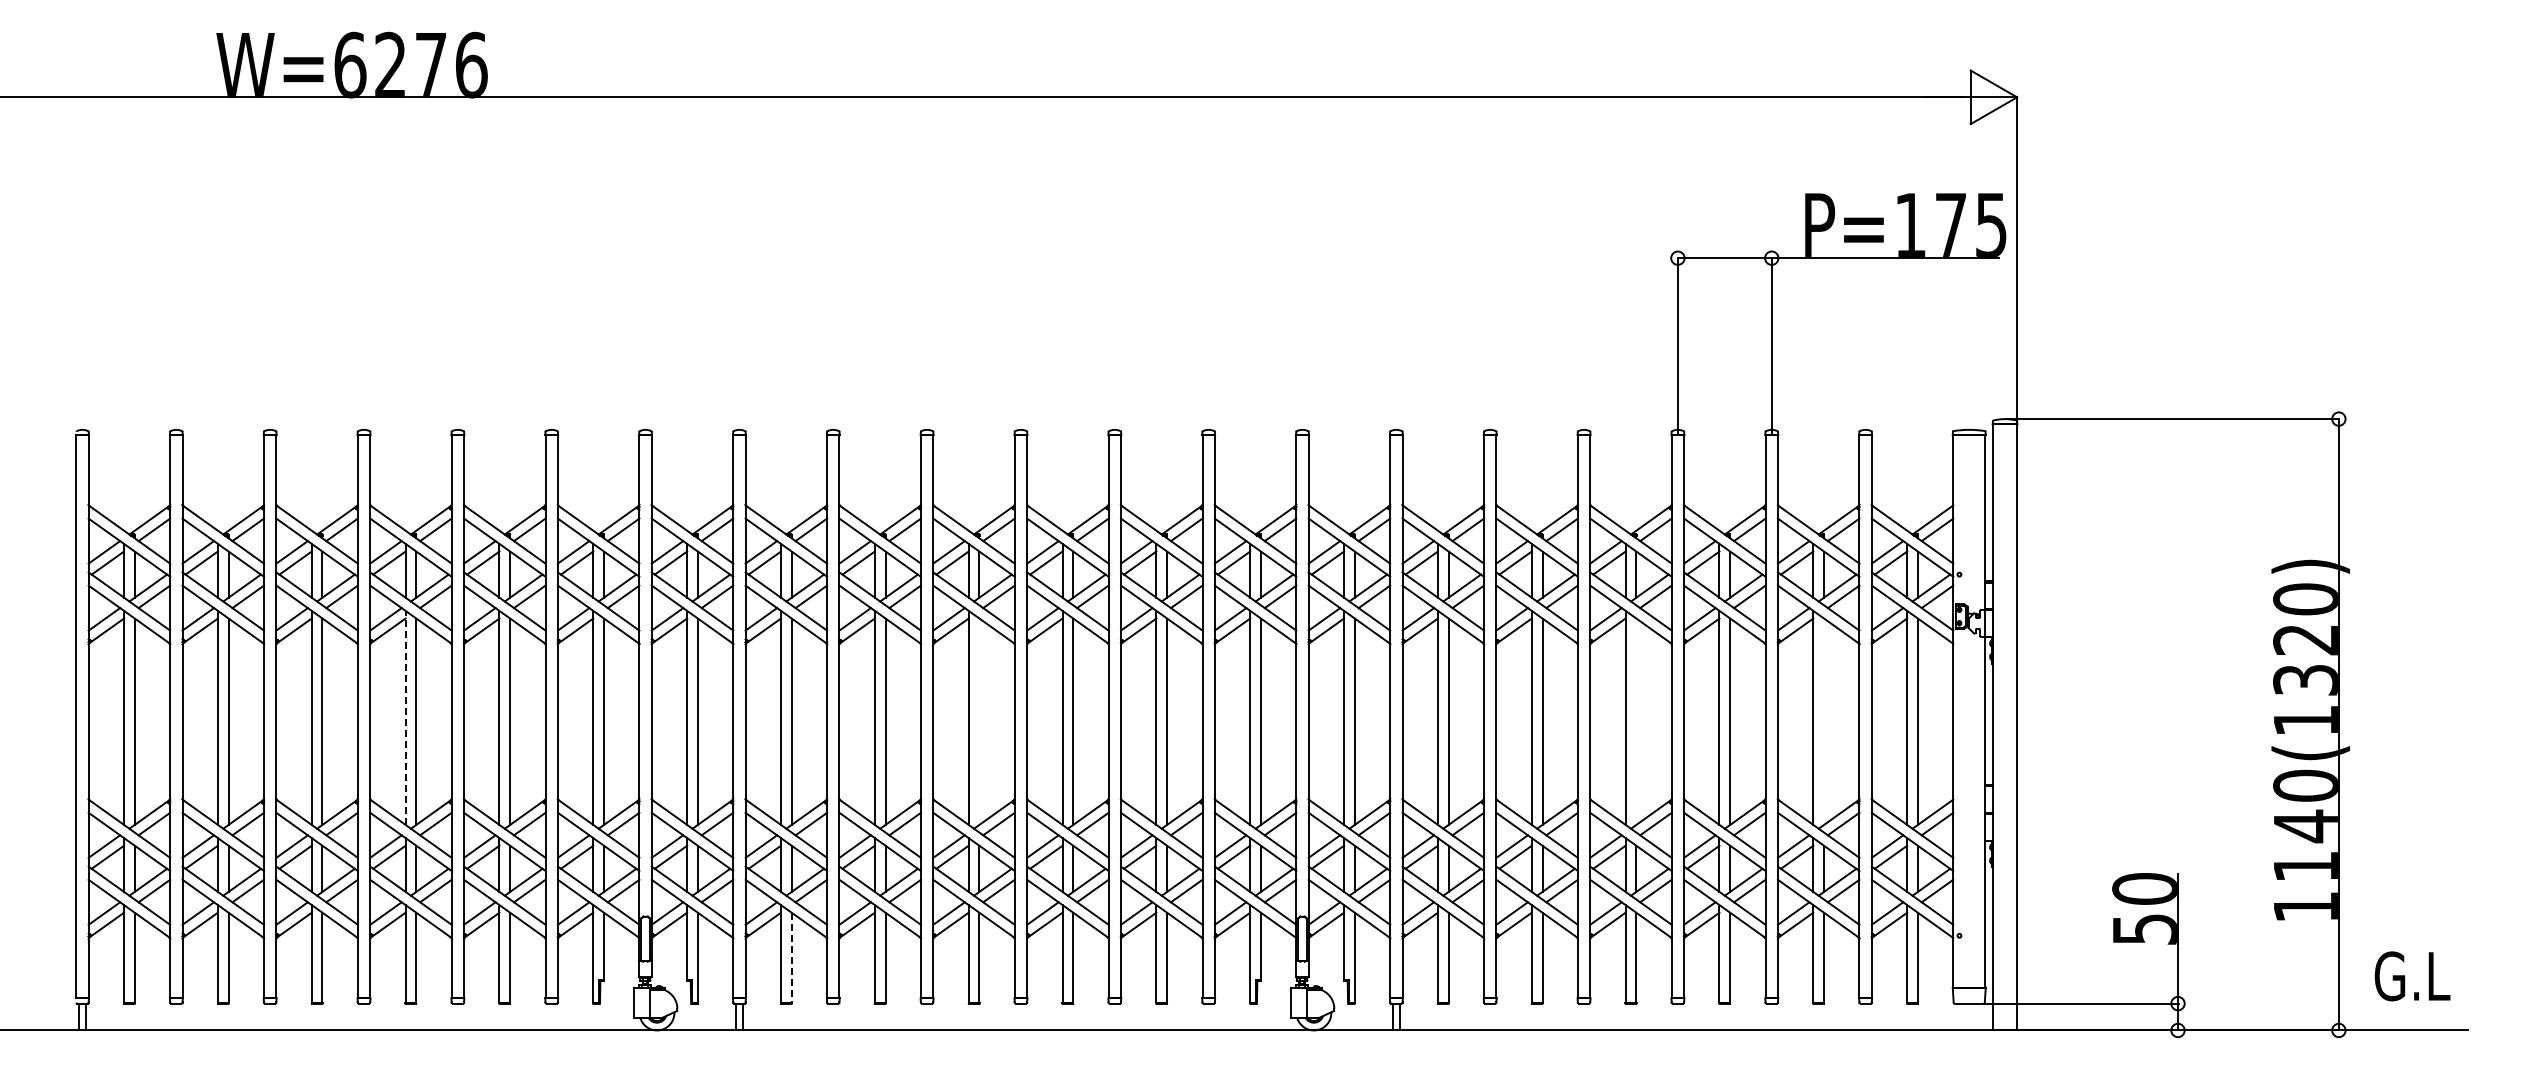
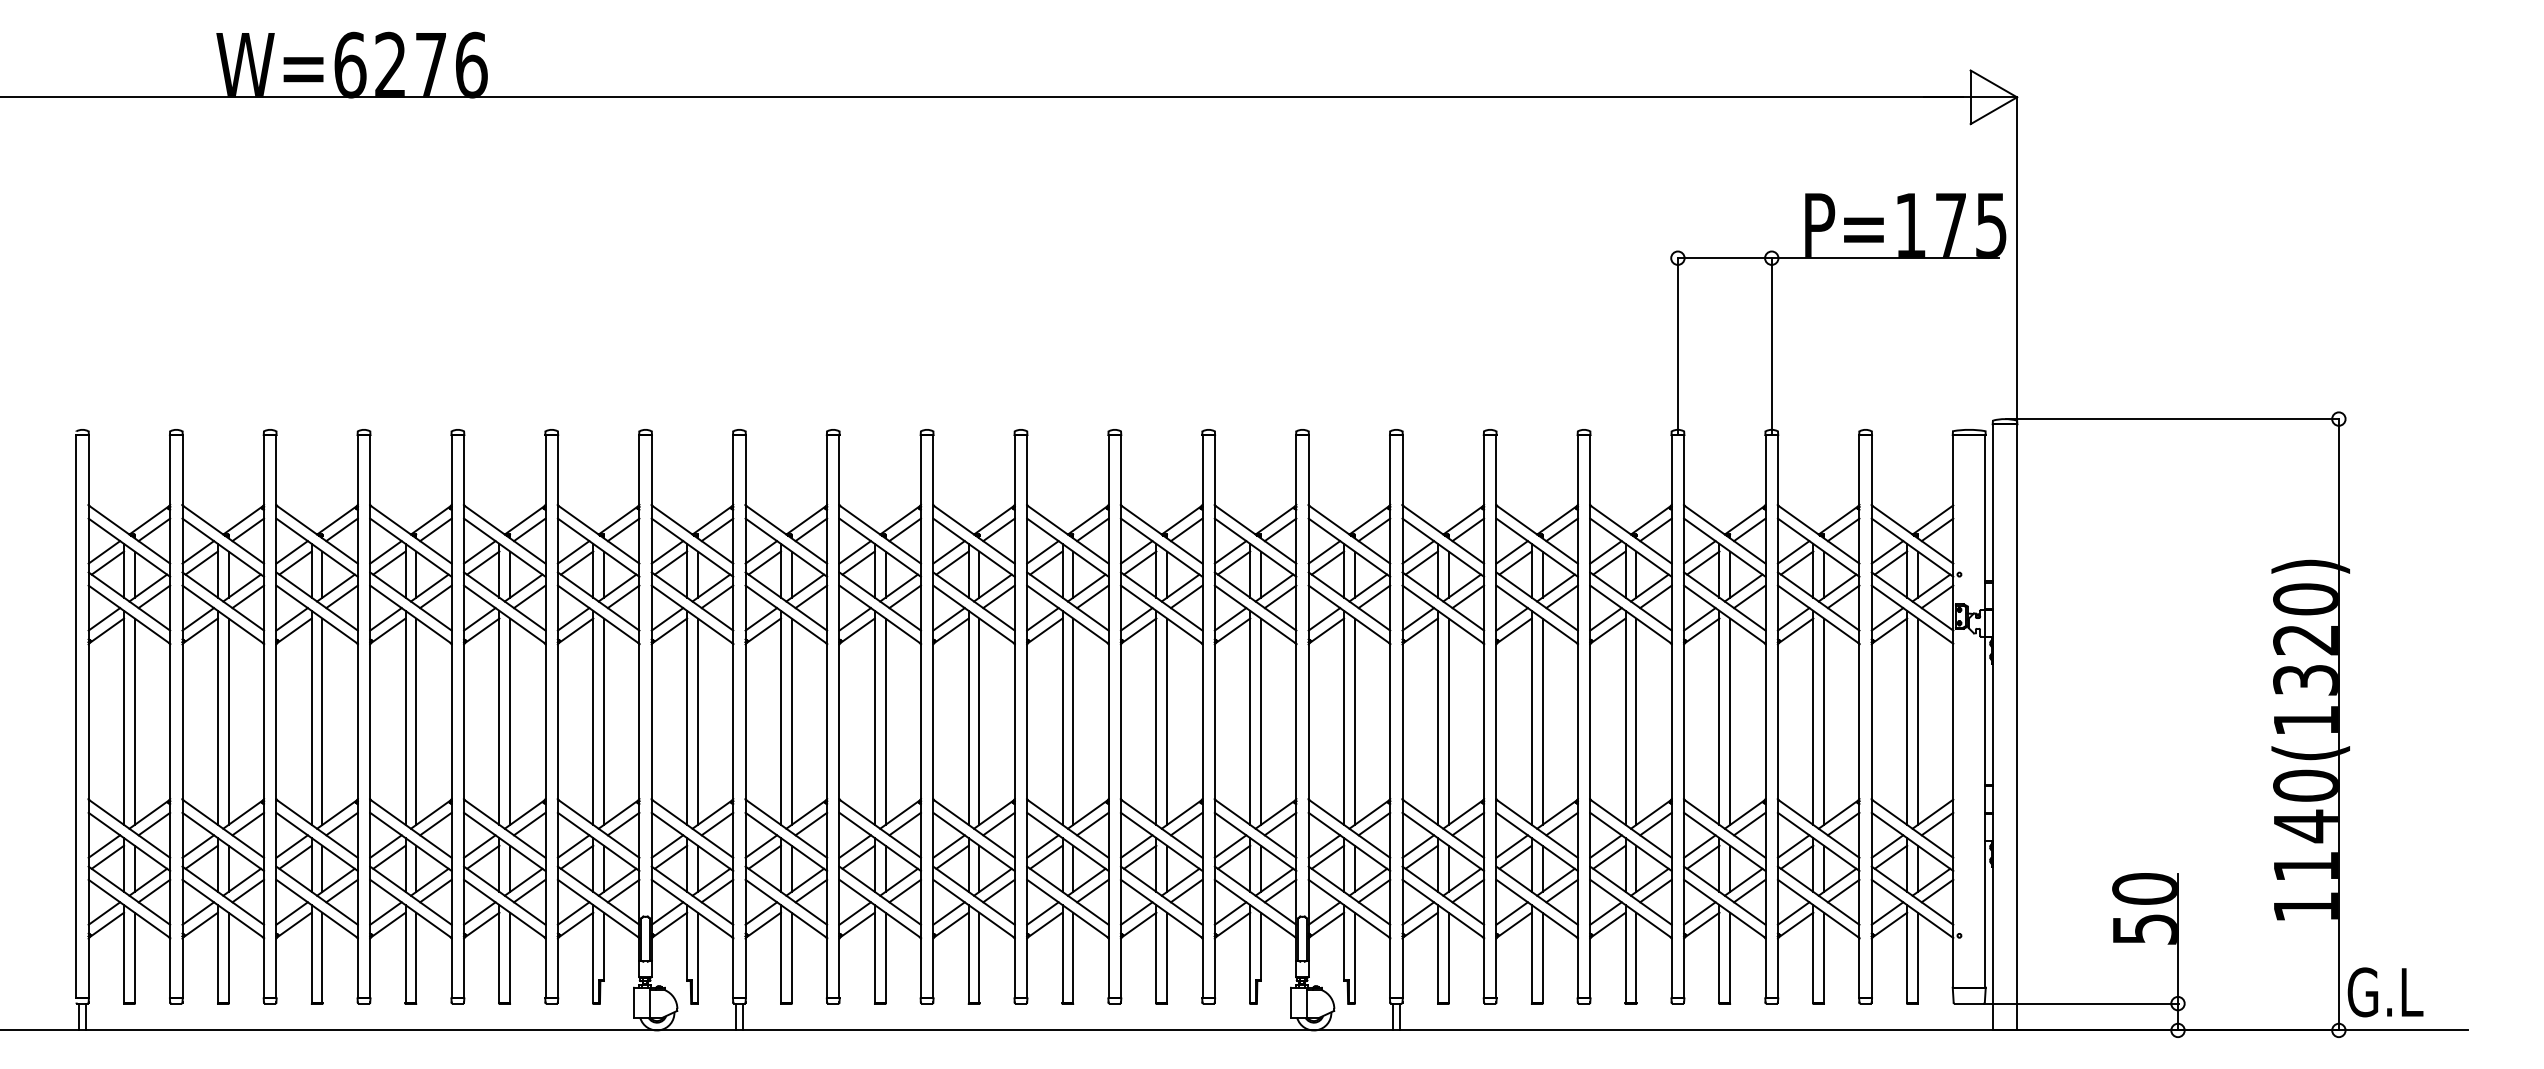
line at (405, 717): dashed -> solid
line at (979, 721): none -> present
line at (1636, 721): none -> present
line at (1824, 721): none -> present
line at (791, 957): dashed -> solid
text at (2412, 976) position: (2412, 976) -> (2385, 992)
